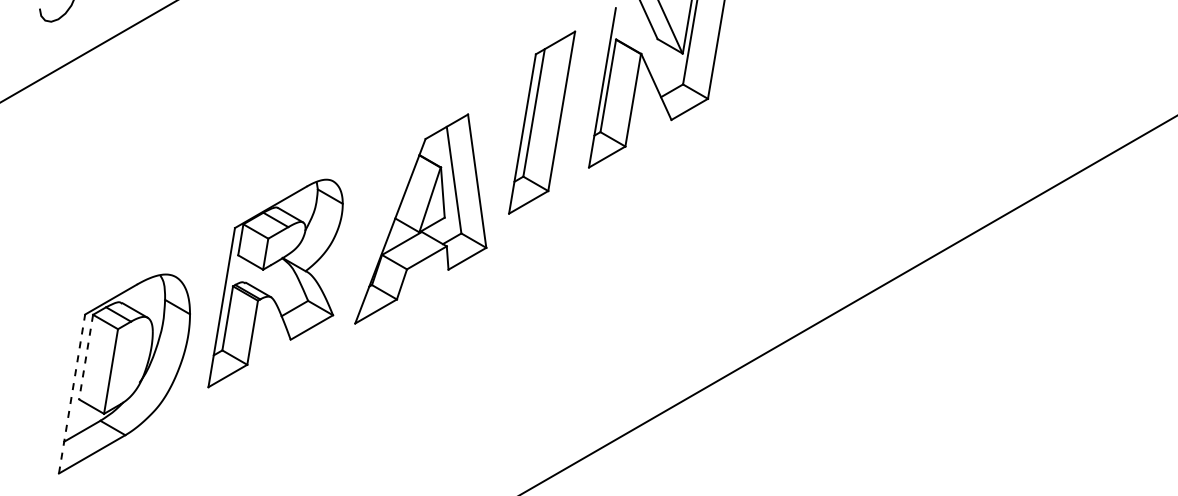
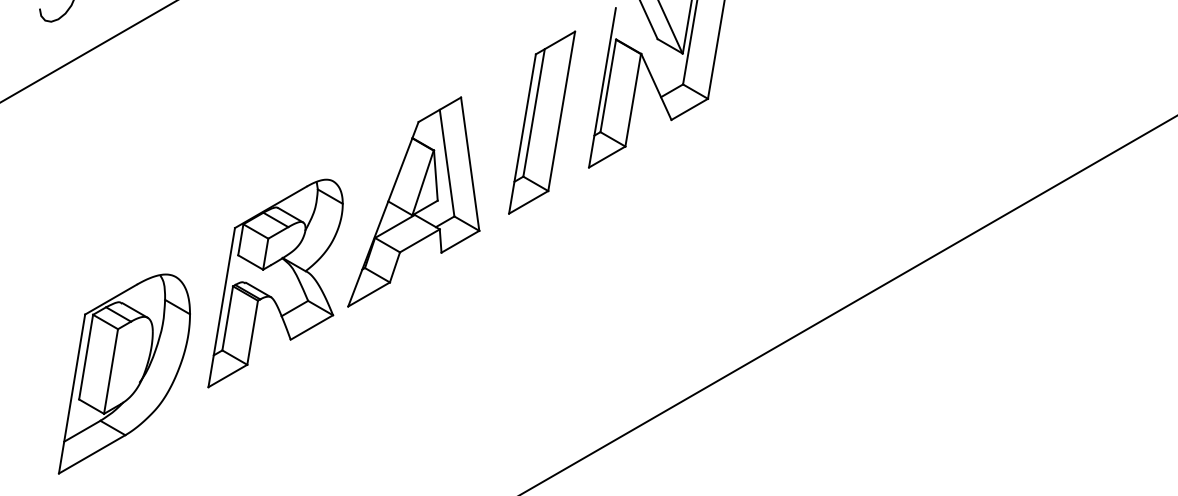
part at (420, 218) position: (420, 218) -> (413, 201)
line at (86, 357): dashed -> solid
line at (72, 394): dashed -> solid
